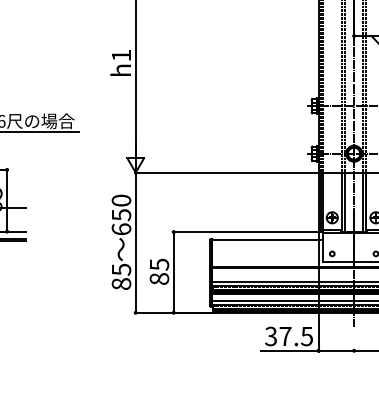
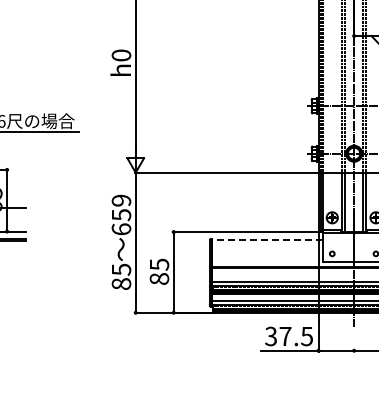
text at (121, 55): h1 -> h0
text at (121, 200): 650 -> 659
line at (267, 239): solid -> dashed
